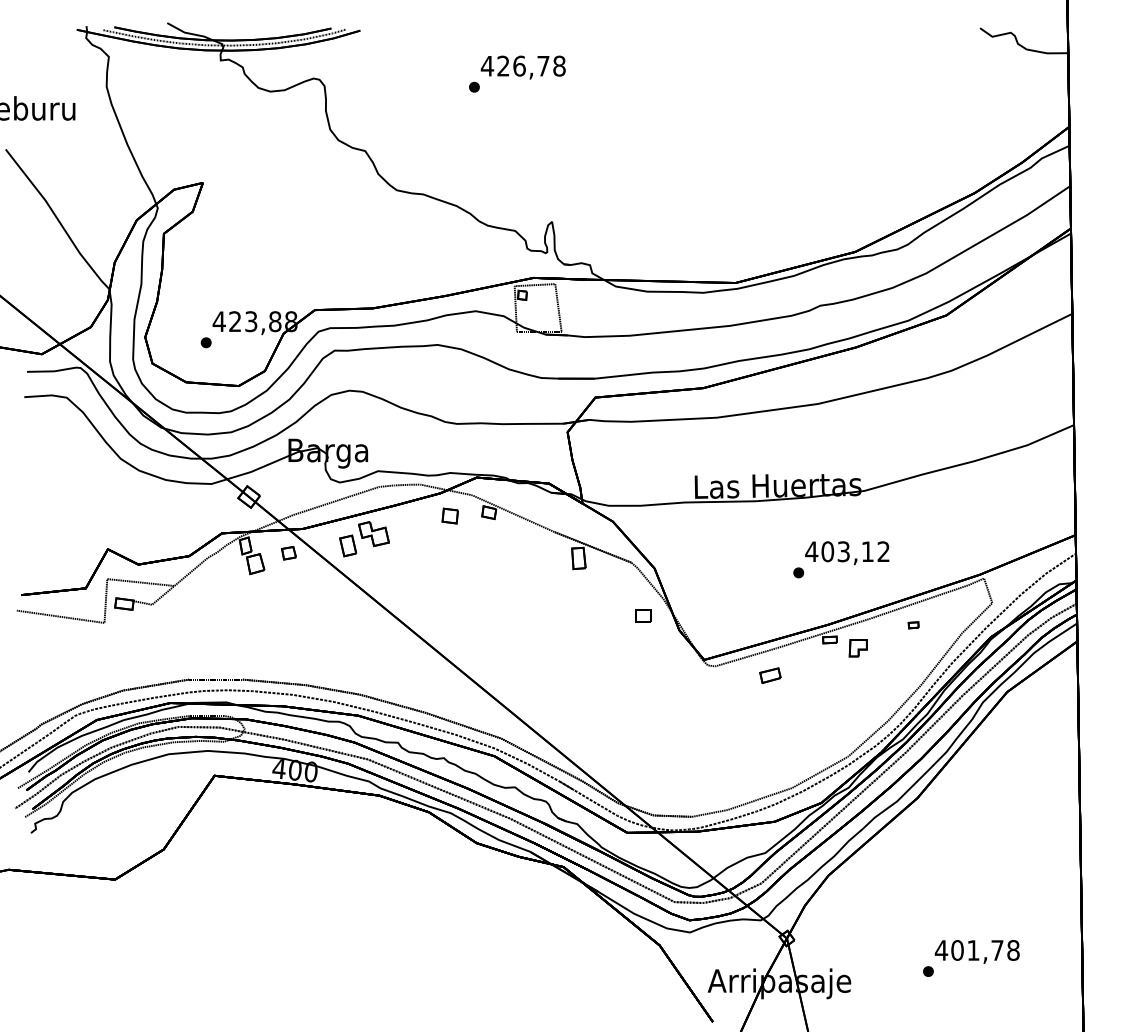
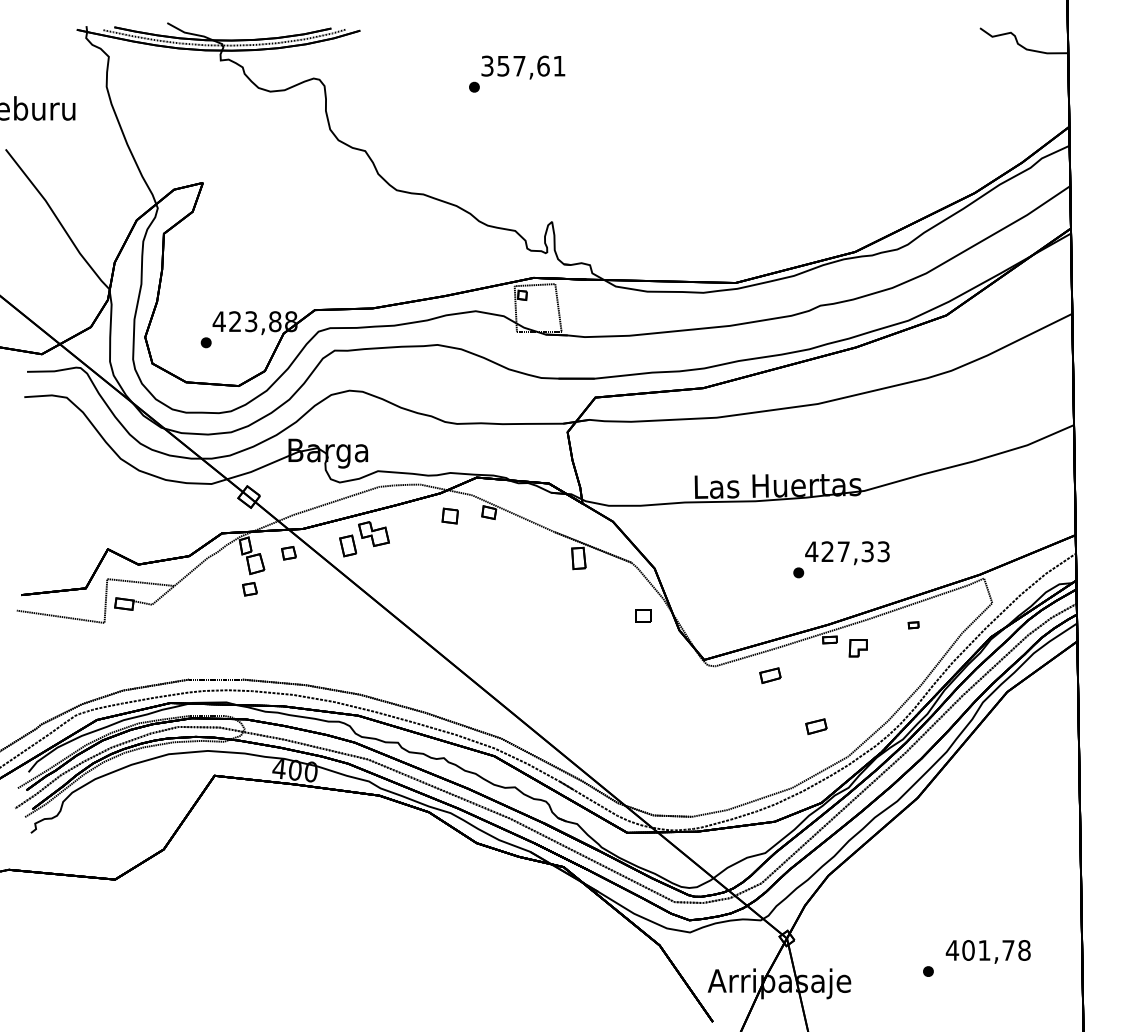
text at (522, 65): 426,78 -> 357,61
text at (855, 551): 403,12 -> 427,33
part at (249, 589): none -> present
part at (816, 726): none -> present
text at (976, 951) position: (976, 951) -> (987, 951)
